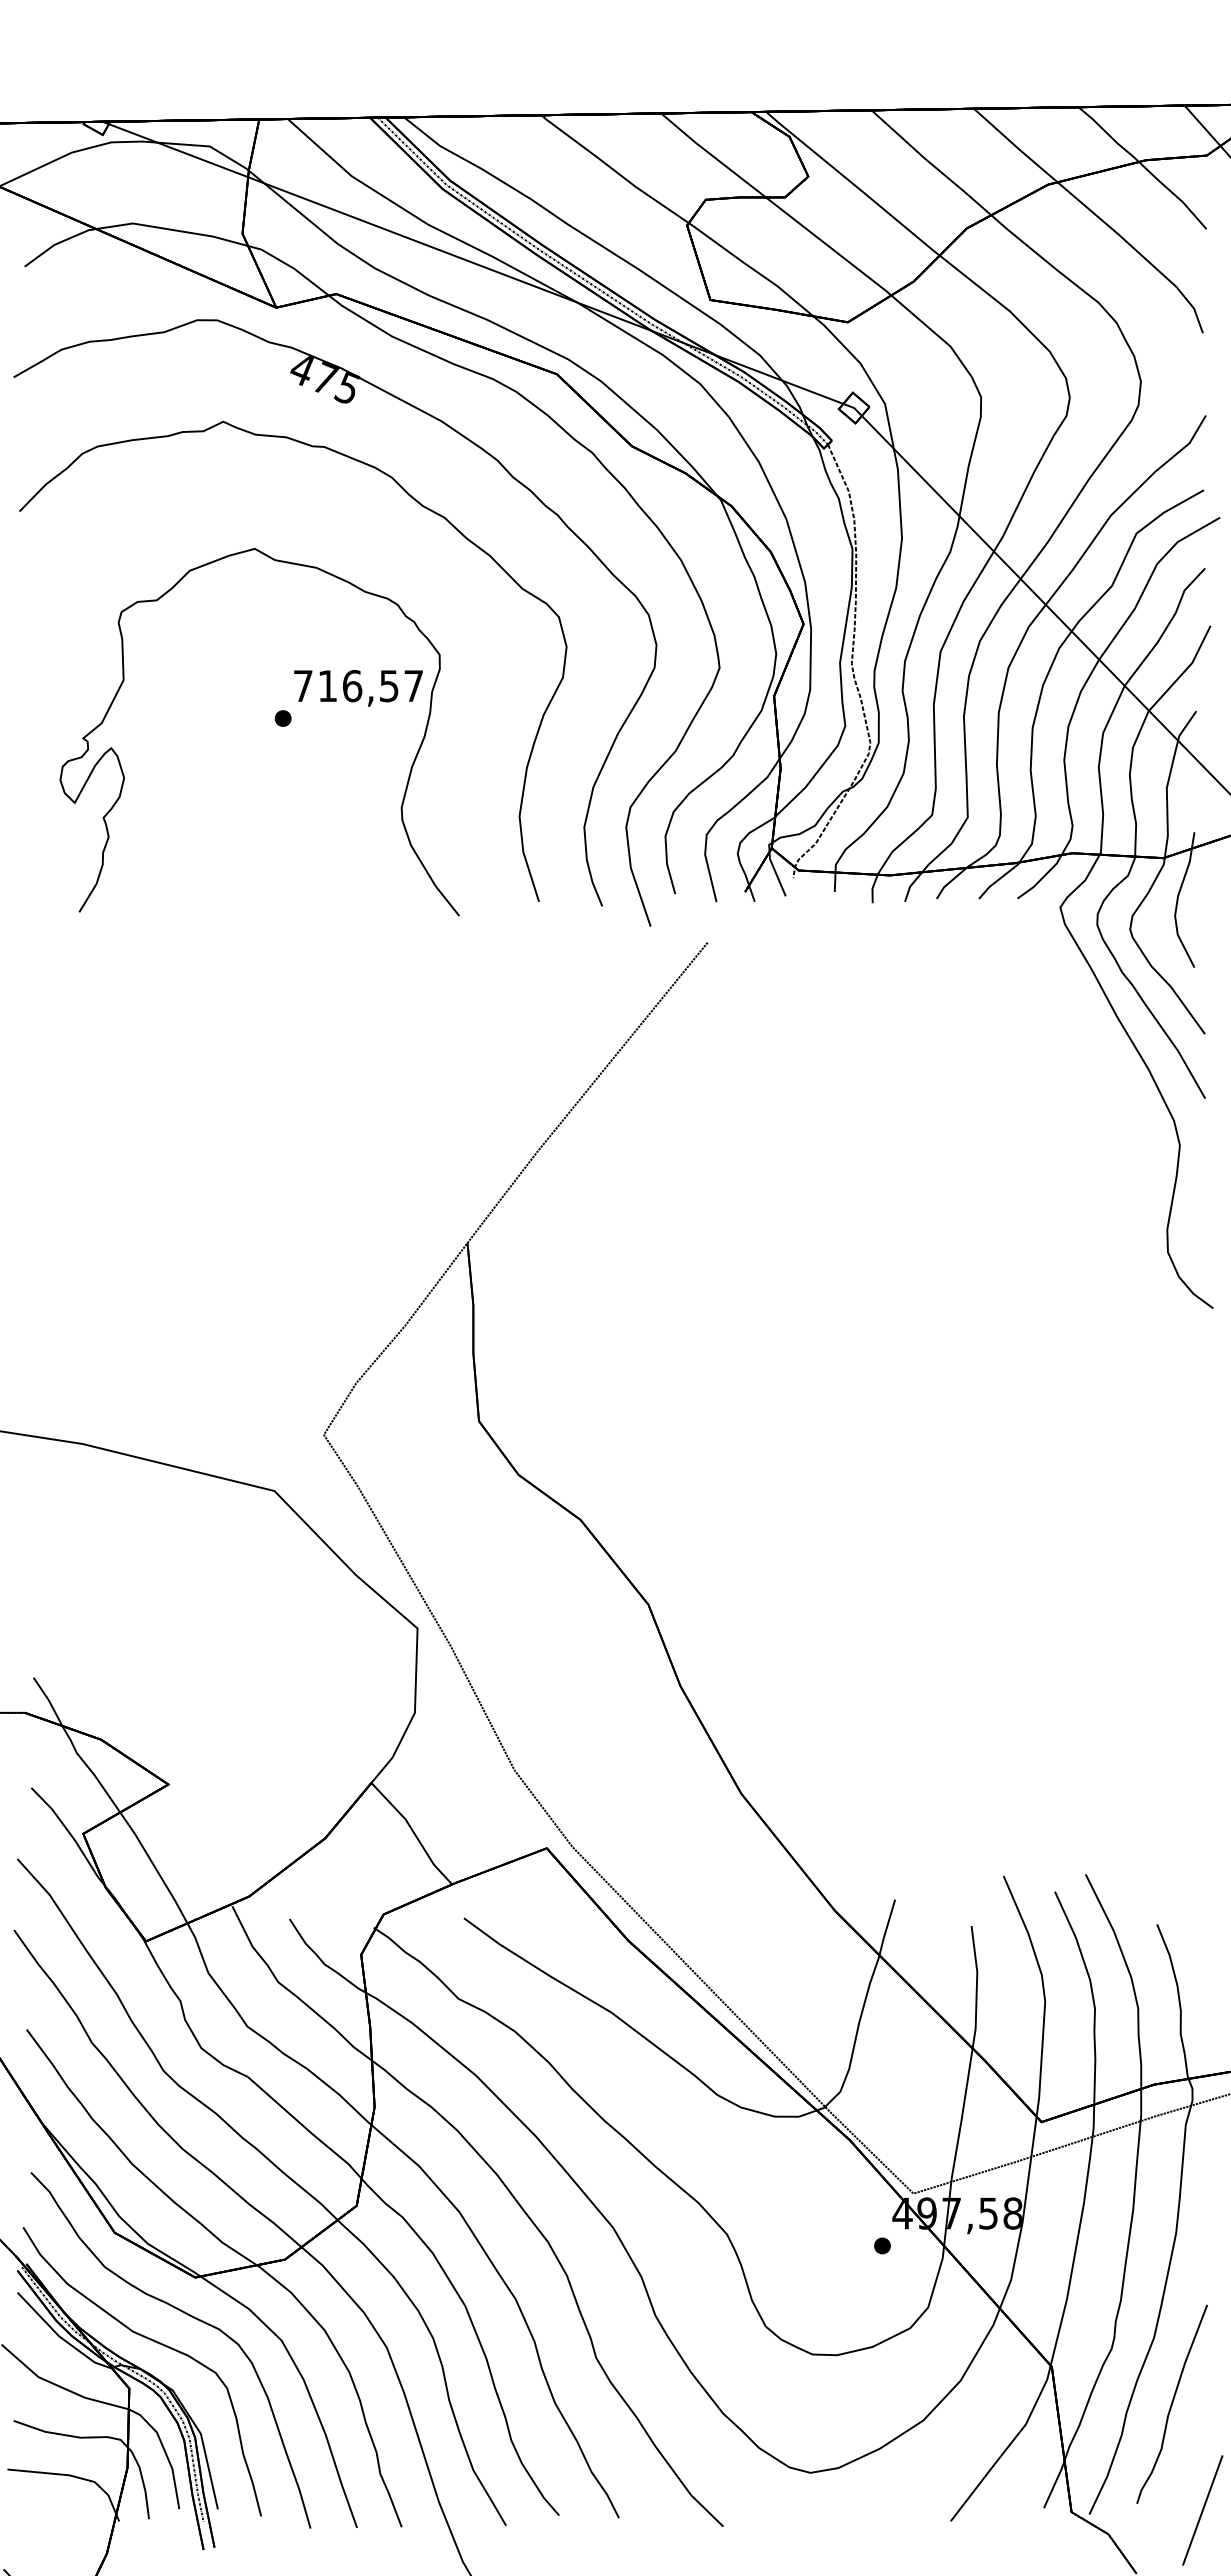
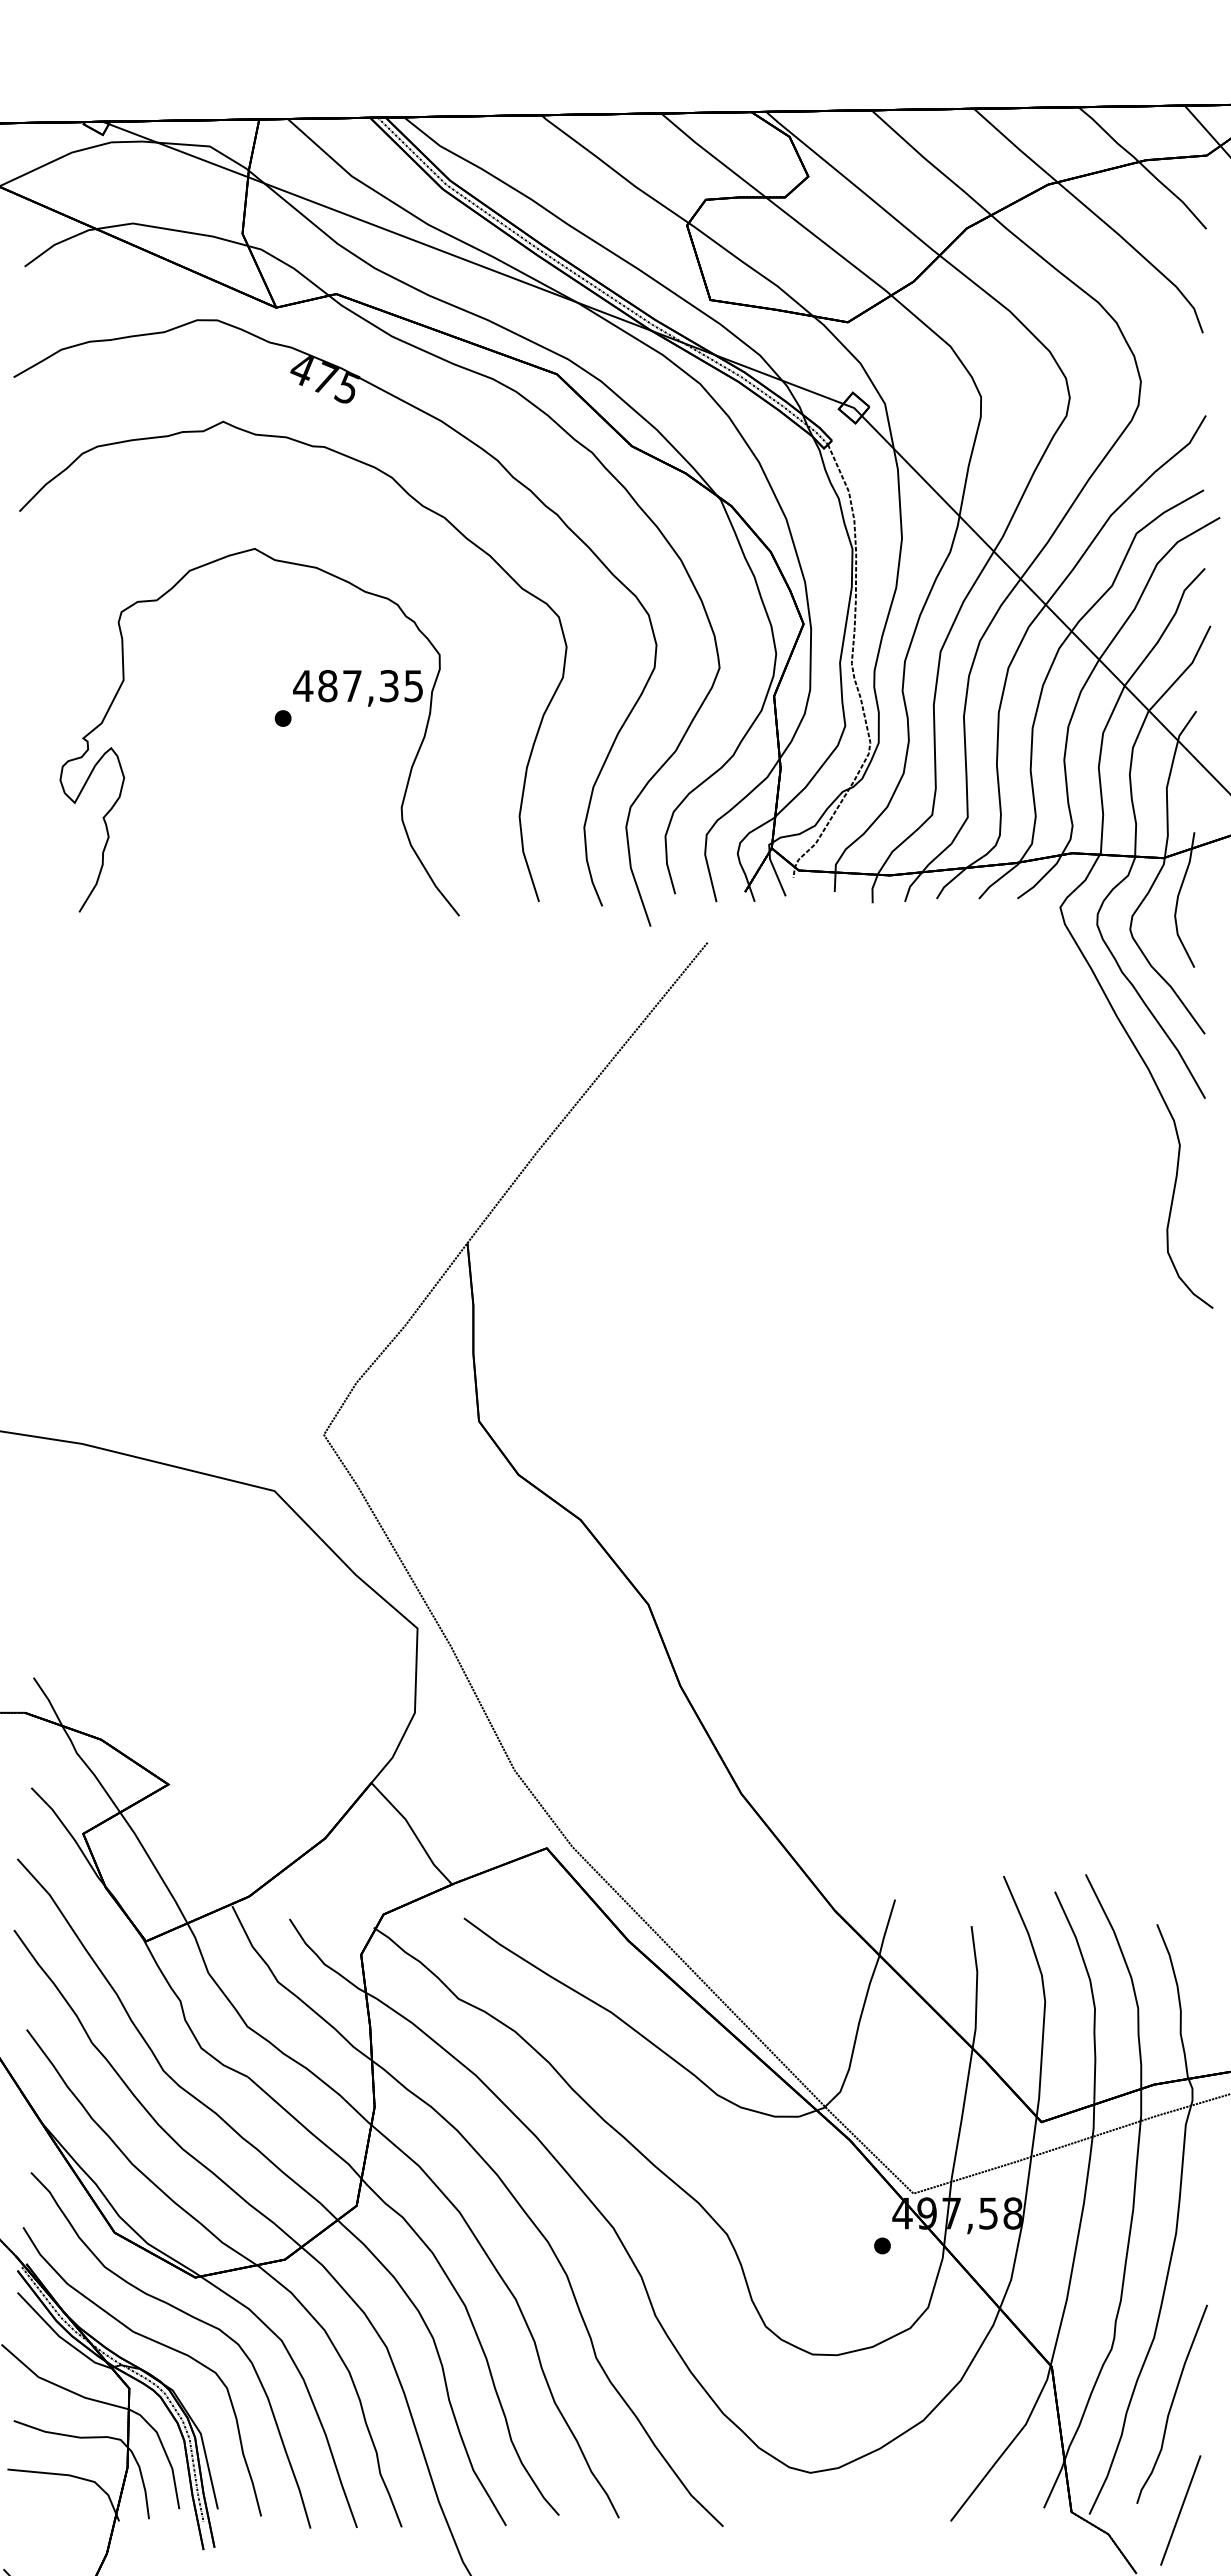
text at (357, 686): 716,57 -> 487,35
line at (1202, 2510) position: (1202, 2510) -> (1180, 2510)
